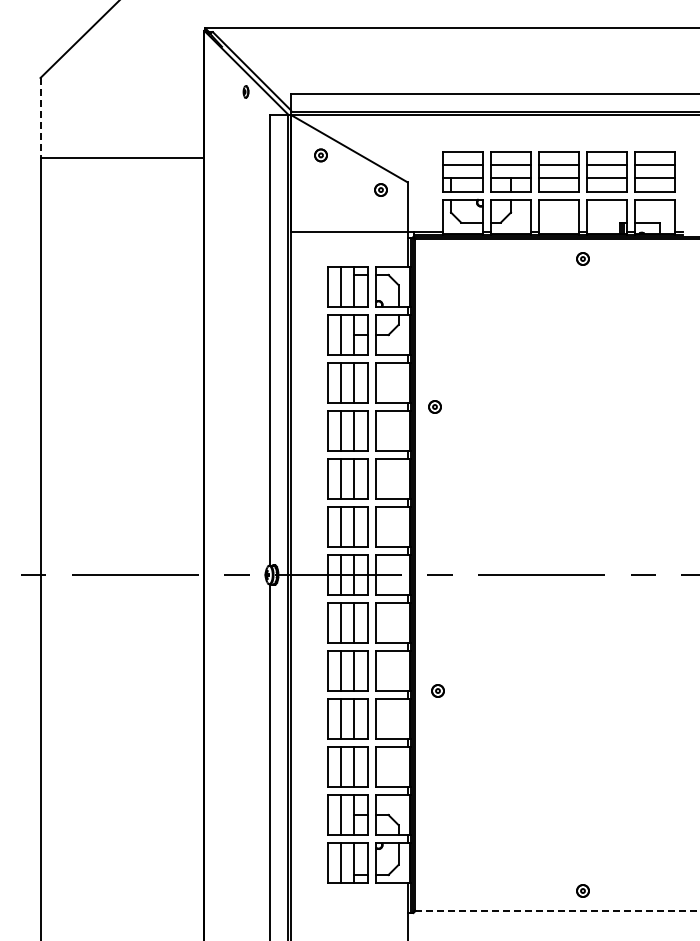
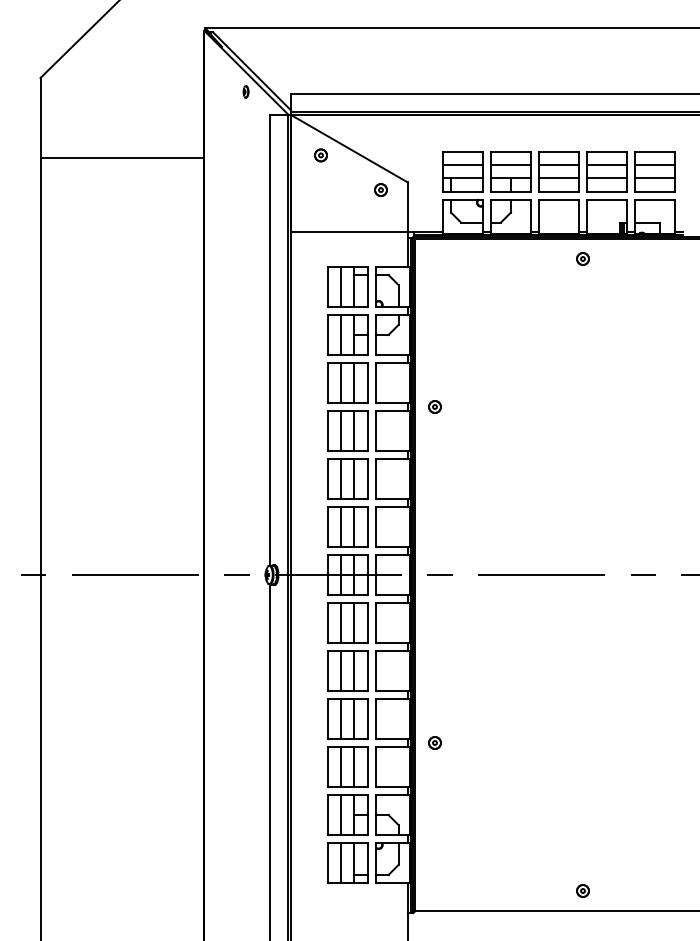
line at (40, 118): dashed -> solid
part at (437, 690) position: (437, 690) -> (434, 742)
line at (557, 911): dashed -> solid
